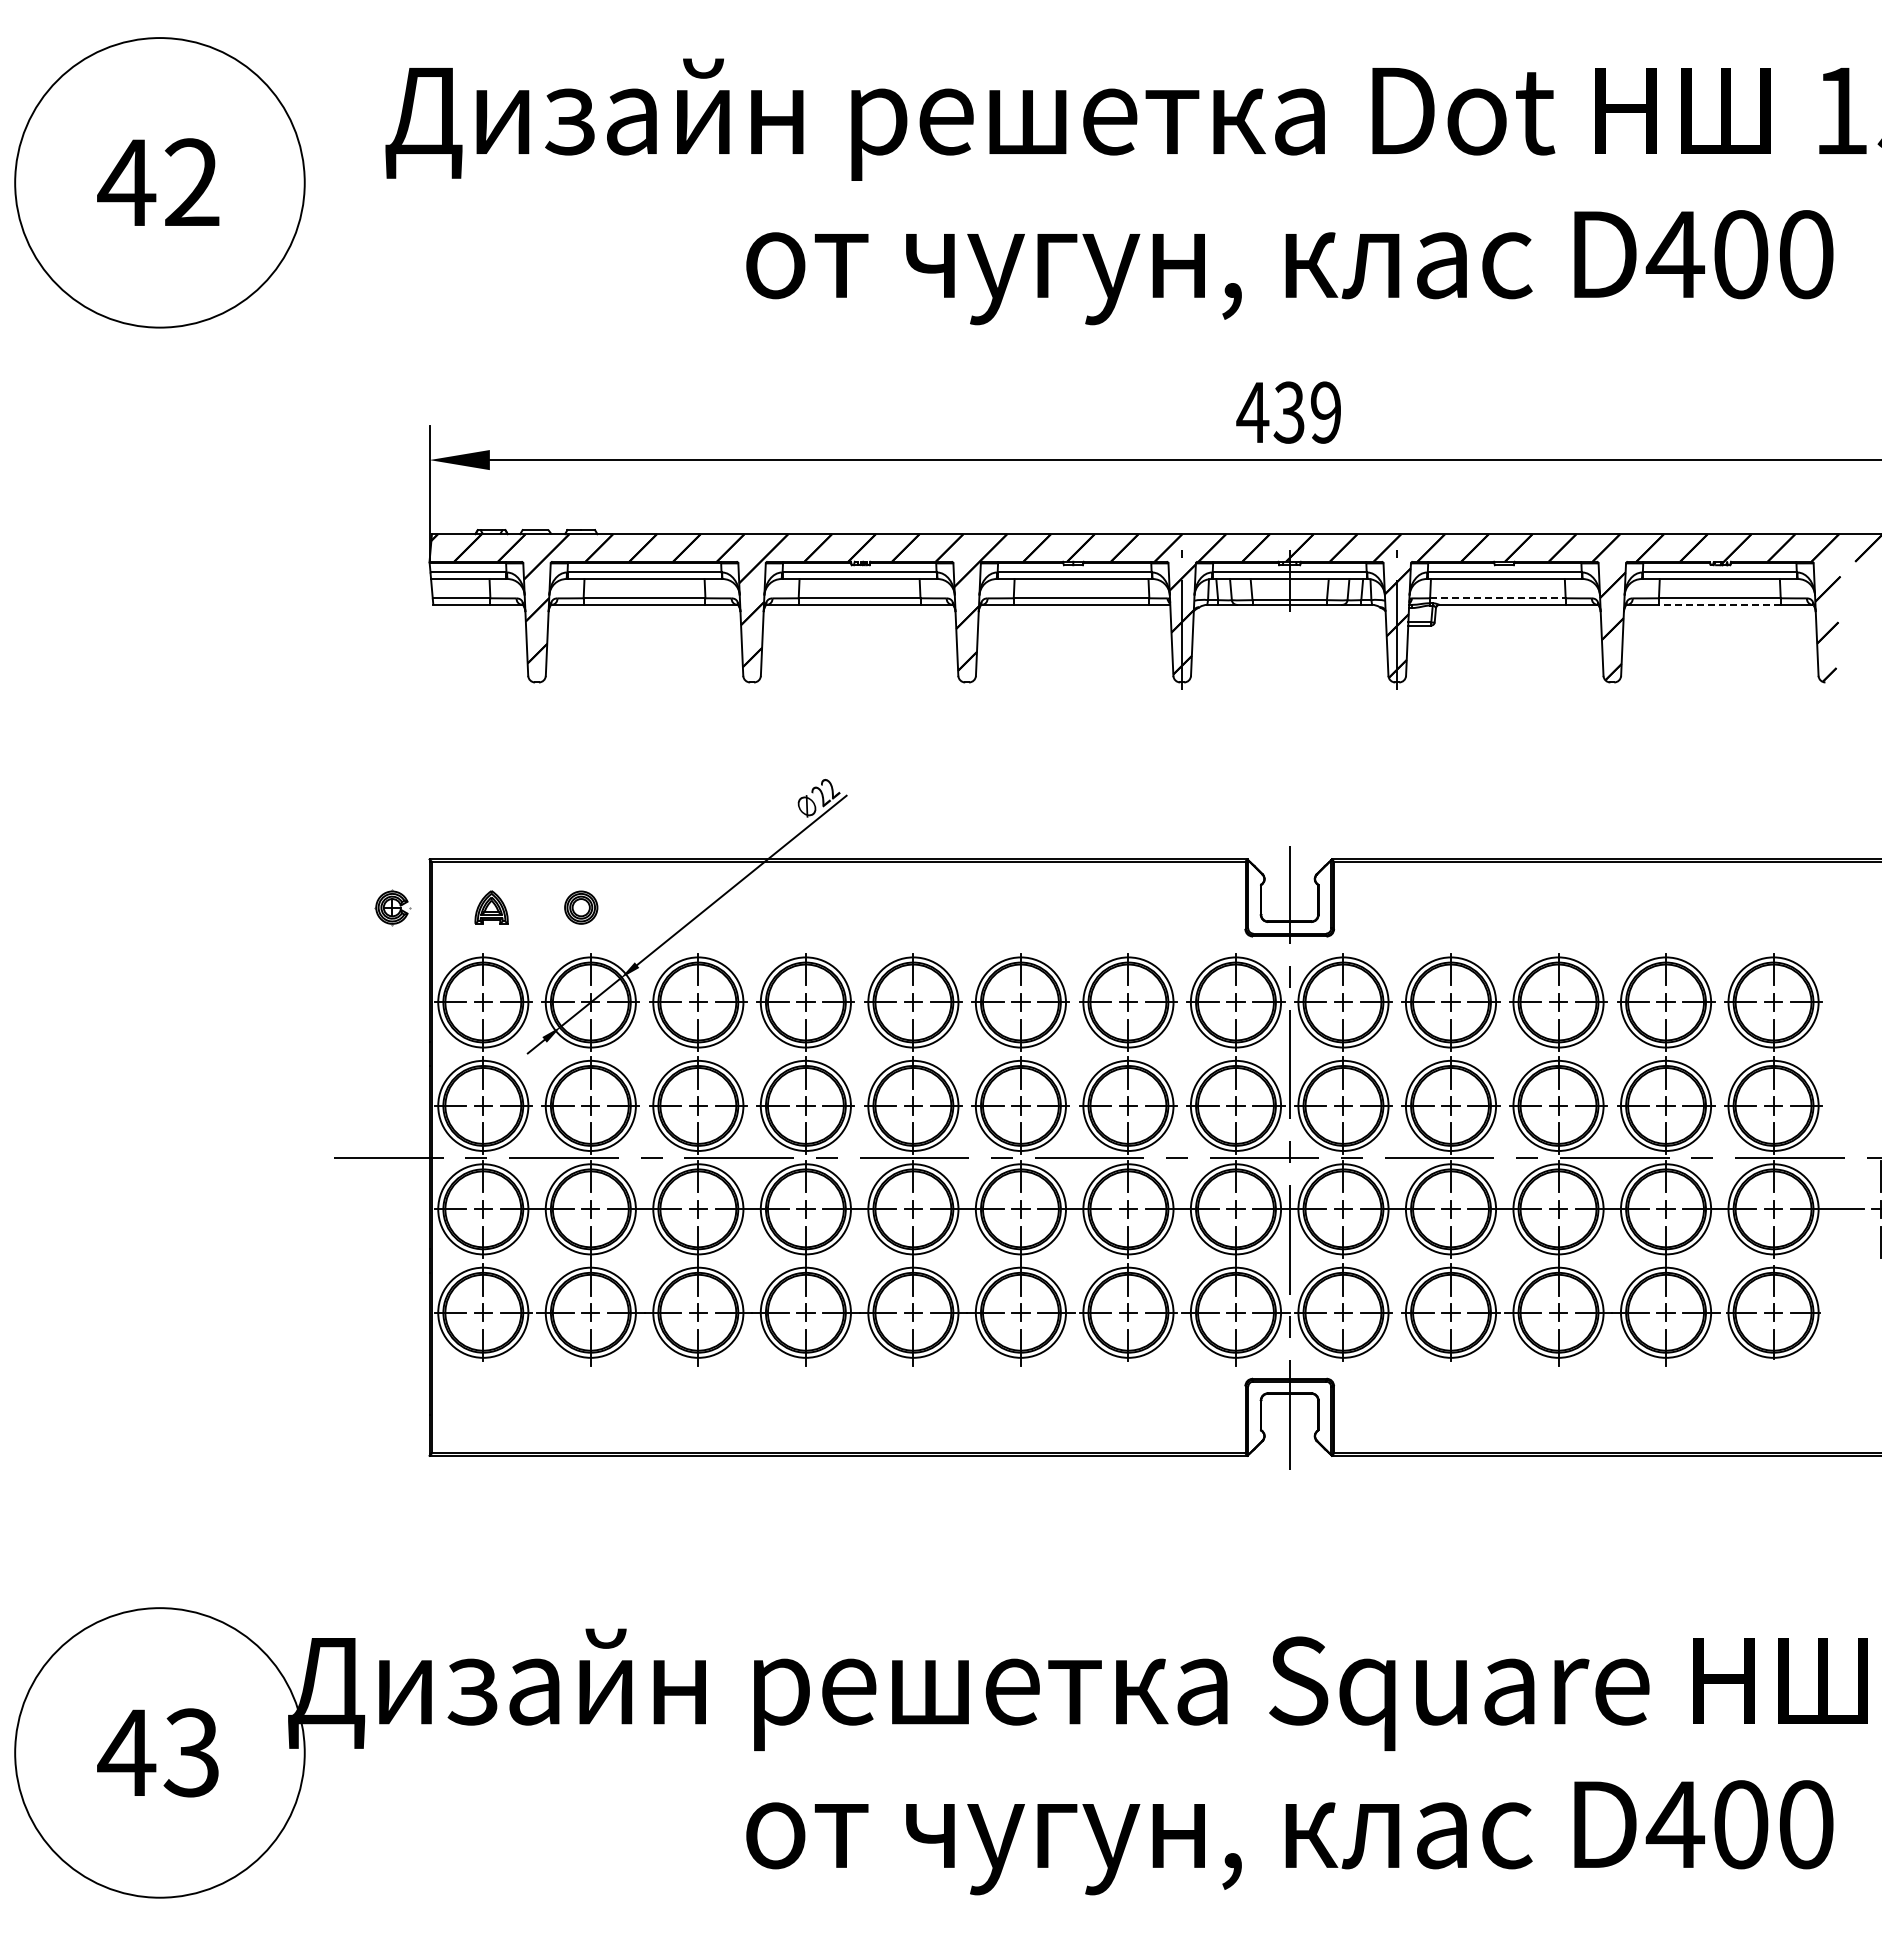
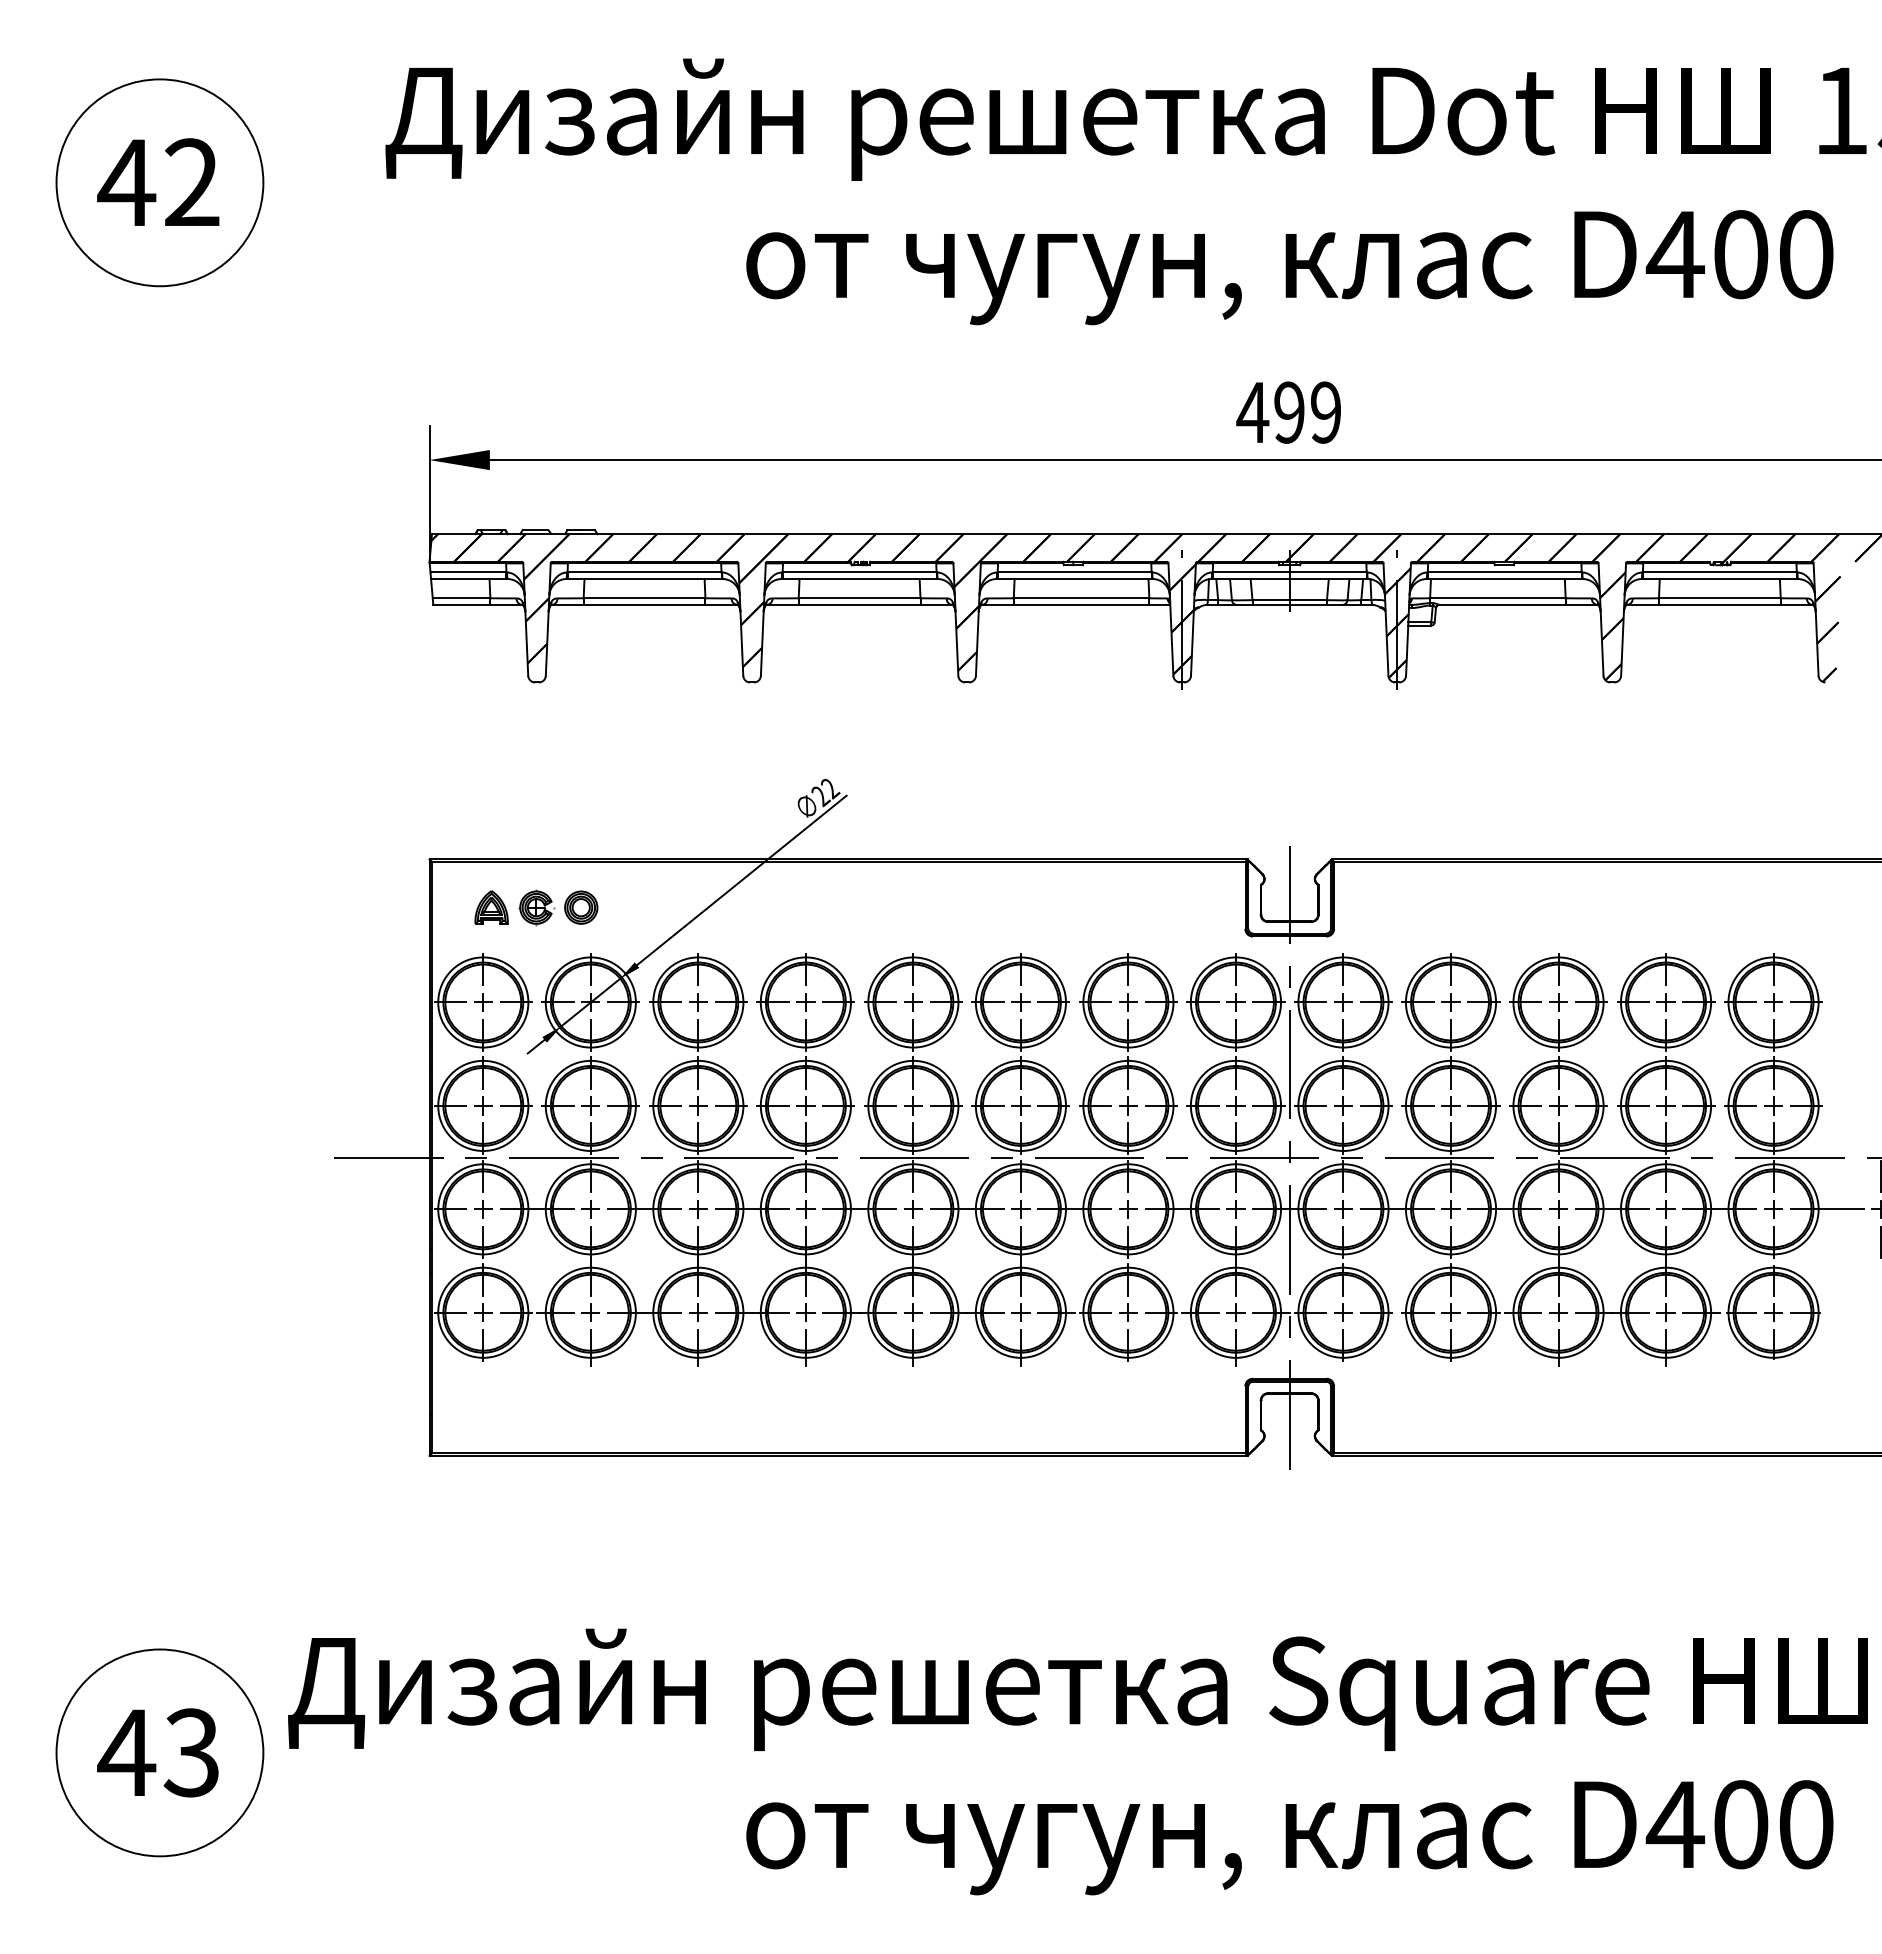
circle at (159, 182) diameter: 290 px -> 207 px
text at (1288, 412): 439 -> 499
line at (1497, 598): dashed -> solid
line at (1719, 604): dashed -> solid
part at (392, 907) position: (392, 907) -> (536, 907)
circle at (159, 1752) diameter: 290 px -> 207 px
